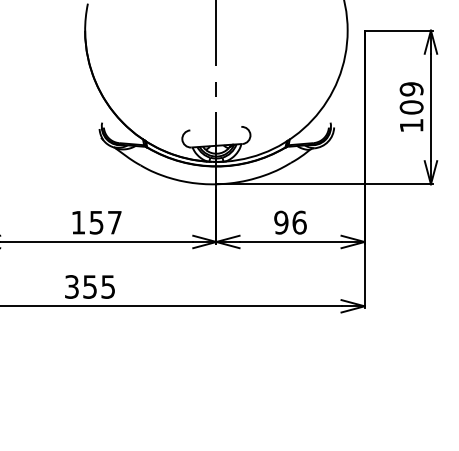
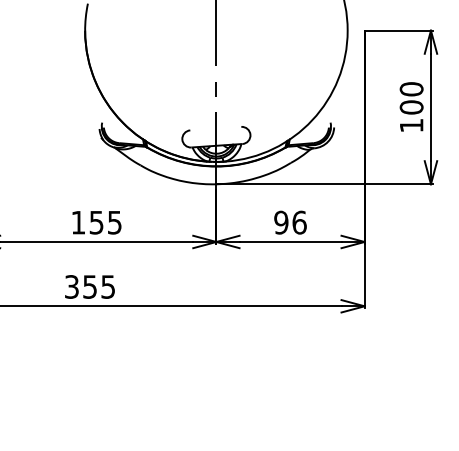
text at (411, 89): 109 -> 100
text at (114, 222): 157 -> 155
